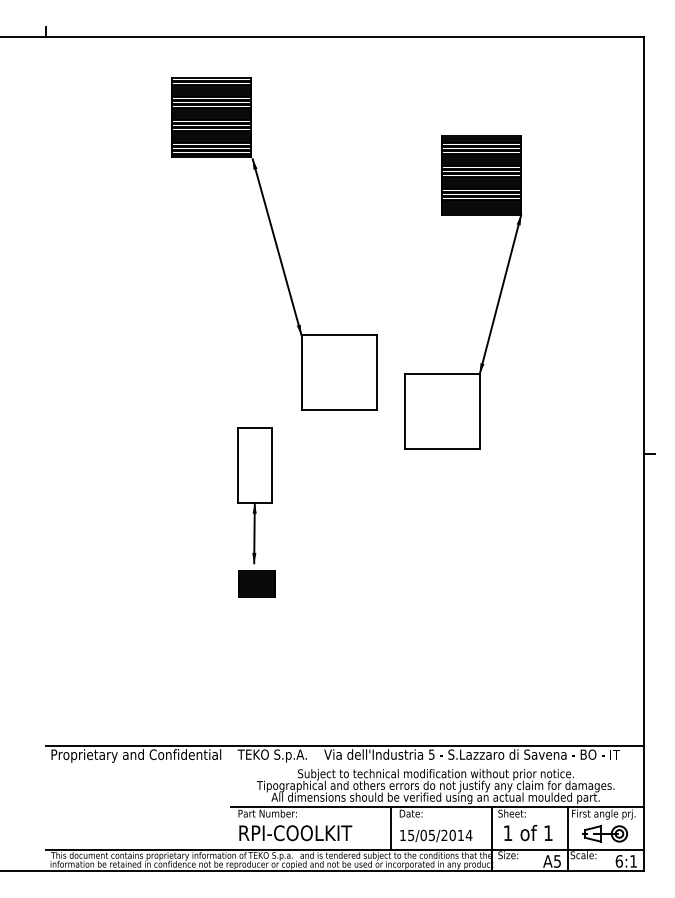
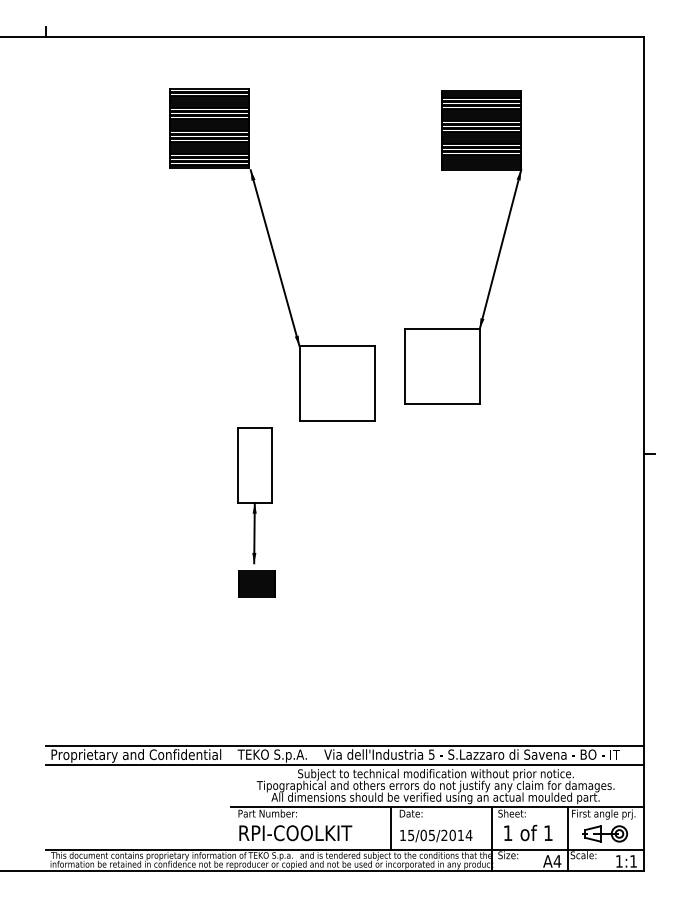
part at (274, 243) position: (274, 243) -> (272, 254)
part at (497, 301) position: (497, 301) -> (497, 256)
line at (345, 764): none -> present
text at (557, 861): A5 -> A4
text at (618, 861): 6:1 -> 1:1
